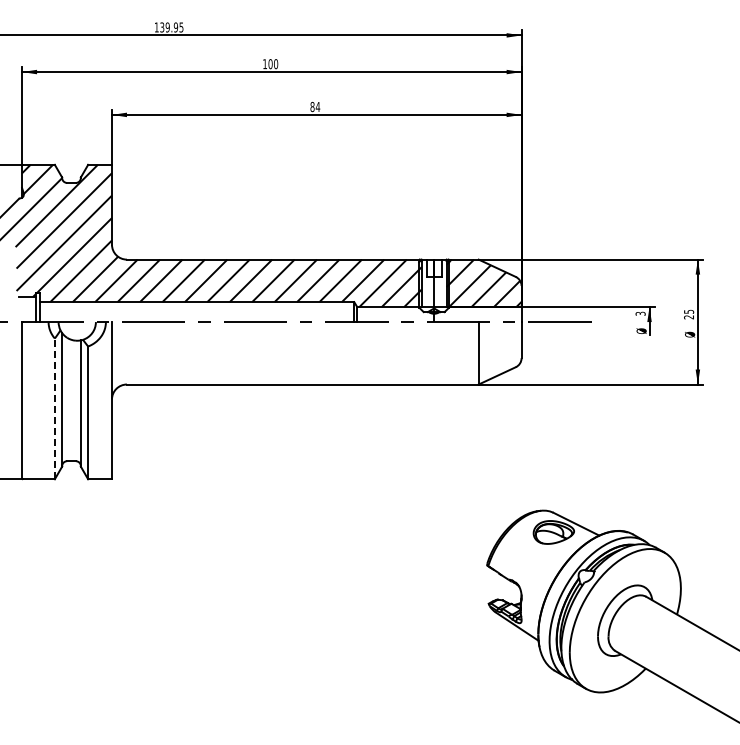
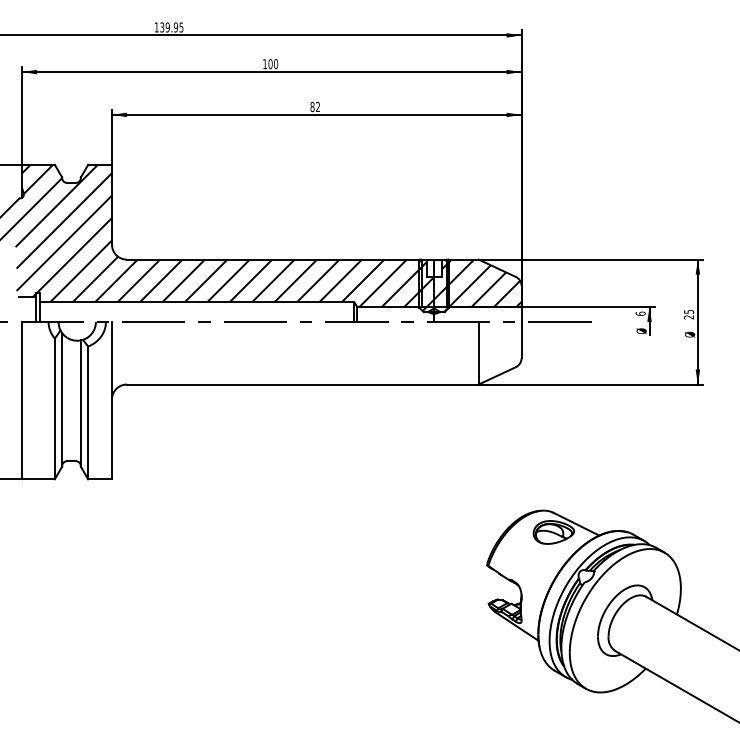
text at (317, 106): 84 -> 82
hatch at (434, 287): none -> present
text at (640, 313): 3 -> 6
line at (54, 408): dashed -> solid
